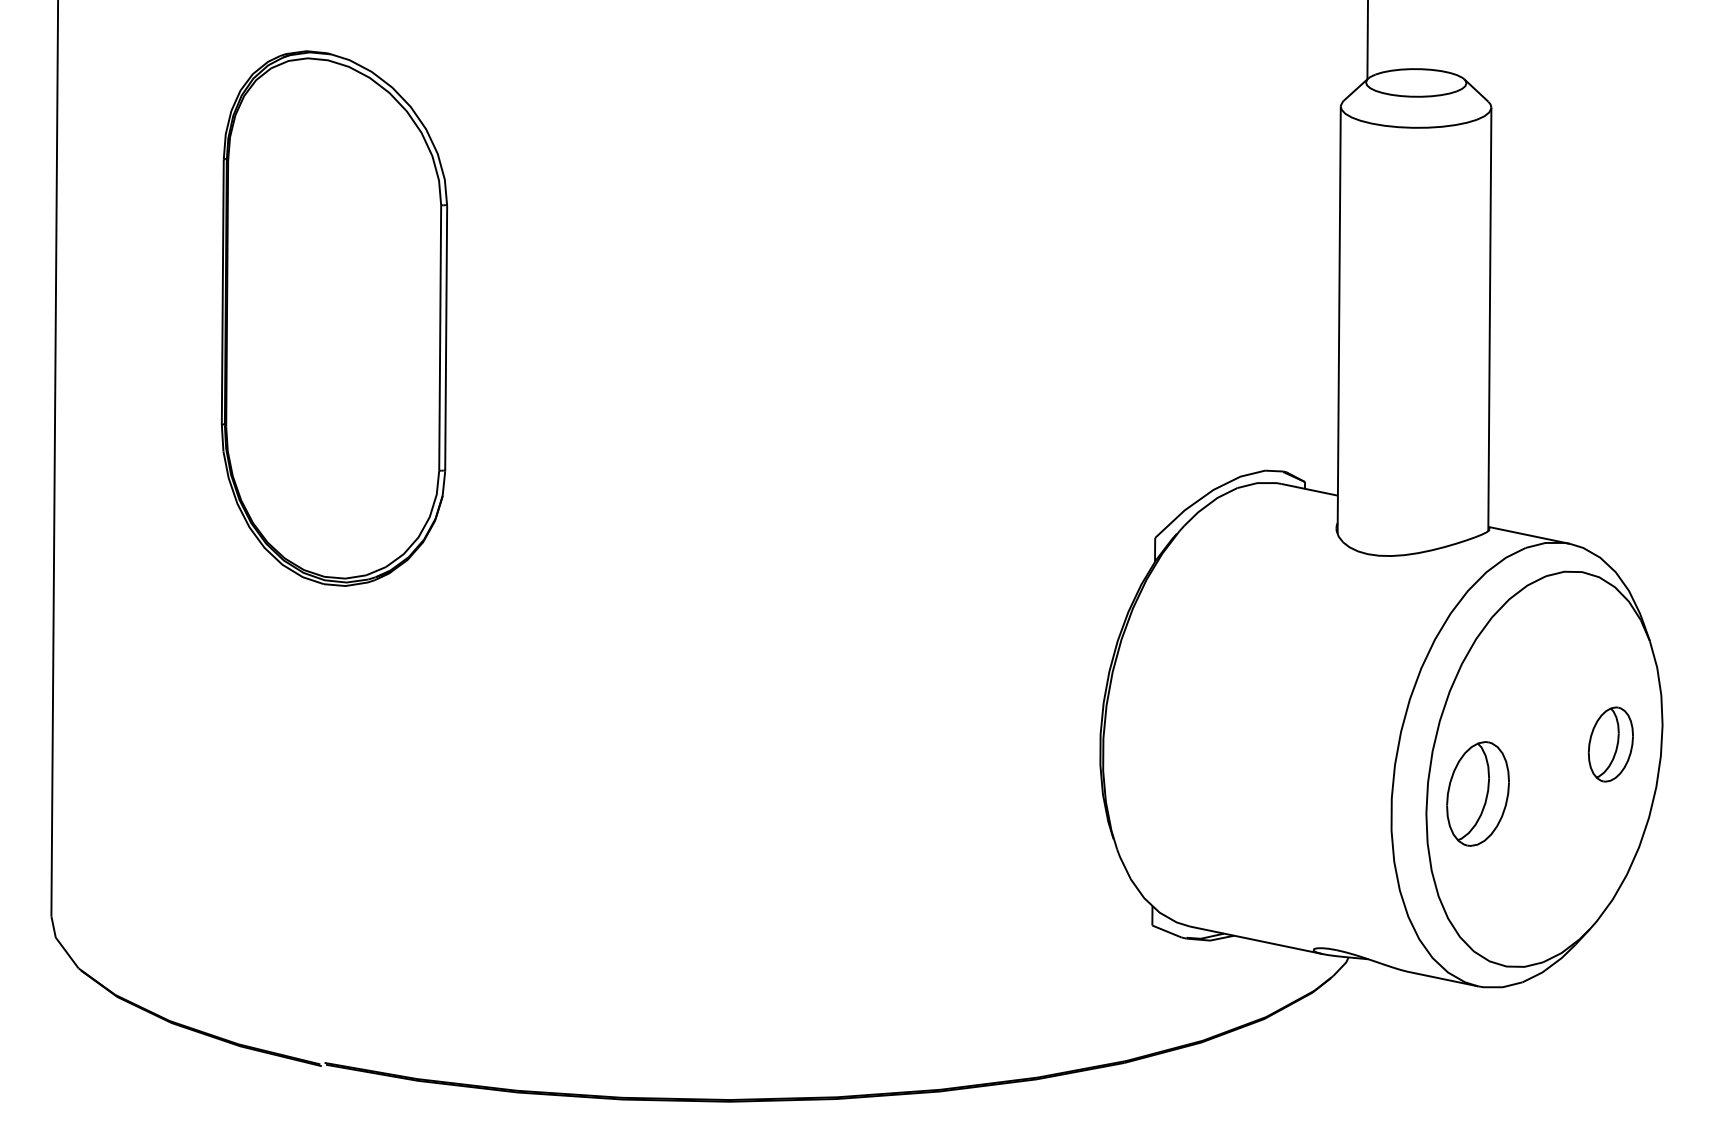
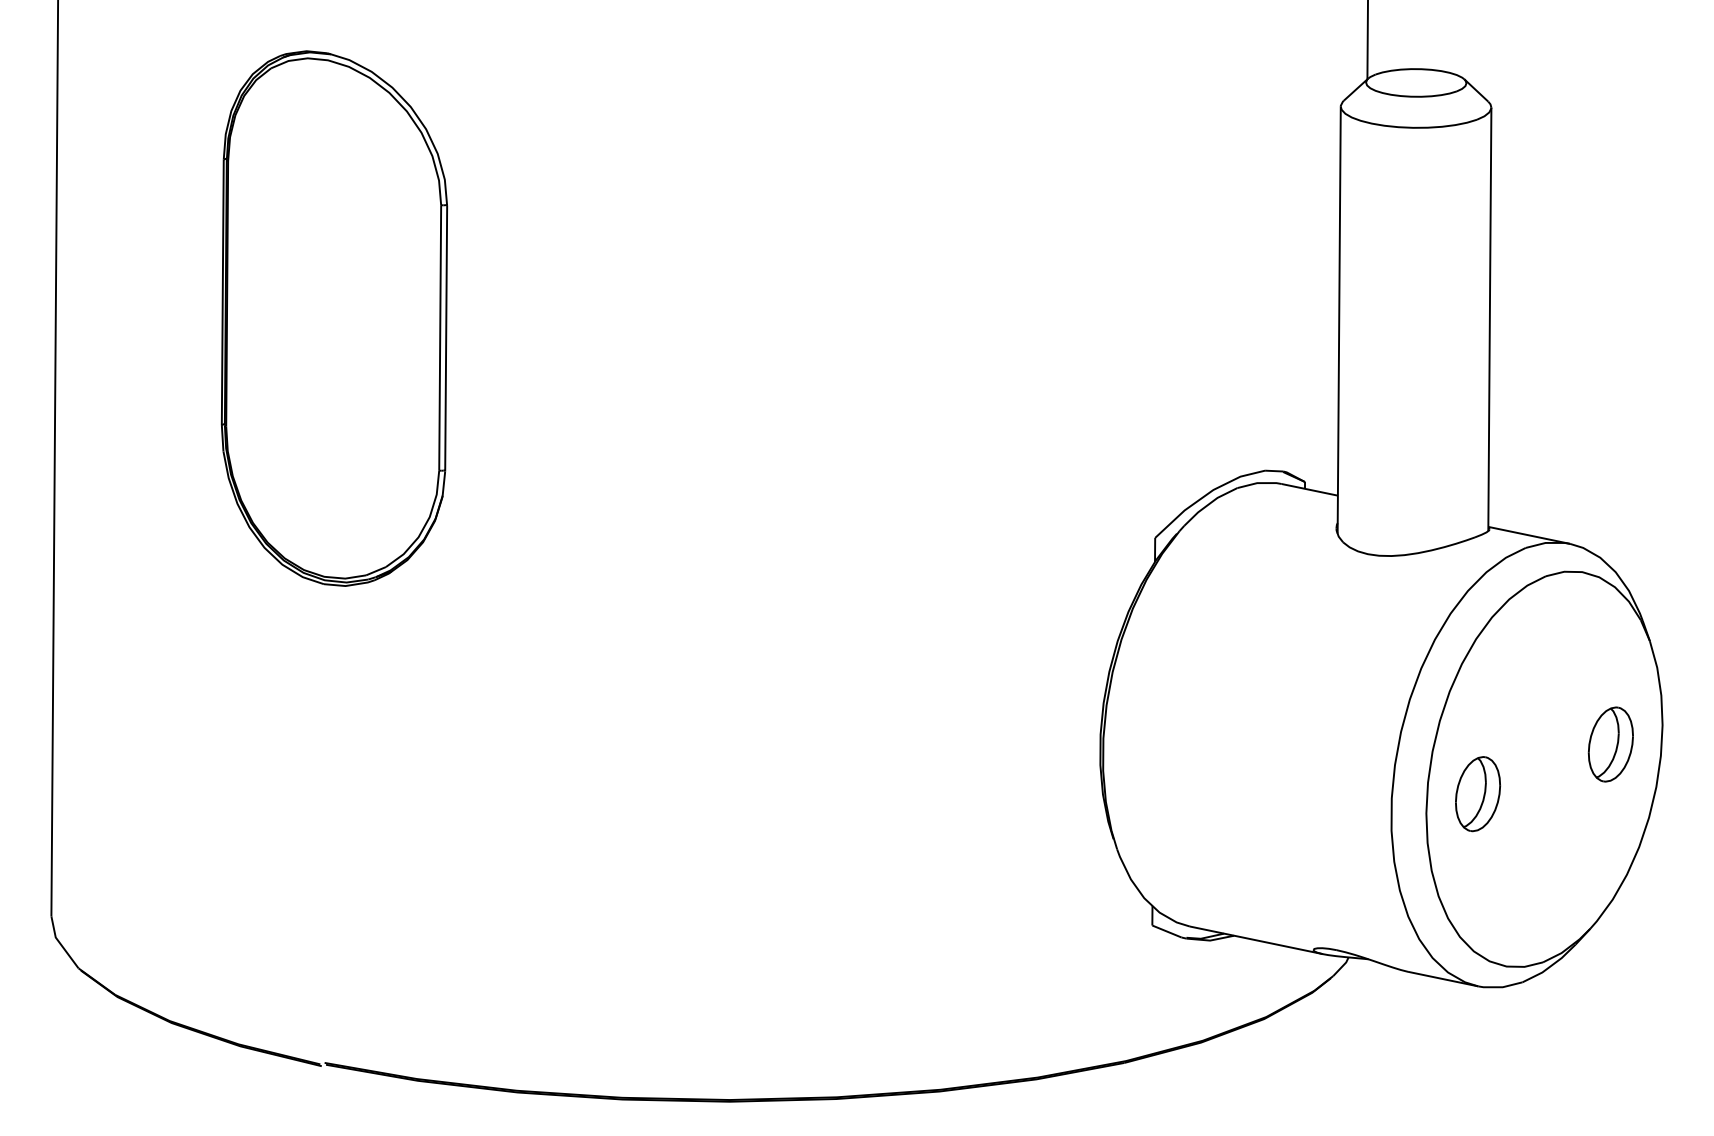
part at (1477, 793) size: 64x106 px -> 46x77 px
